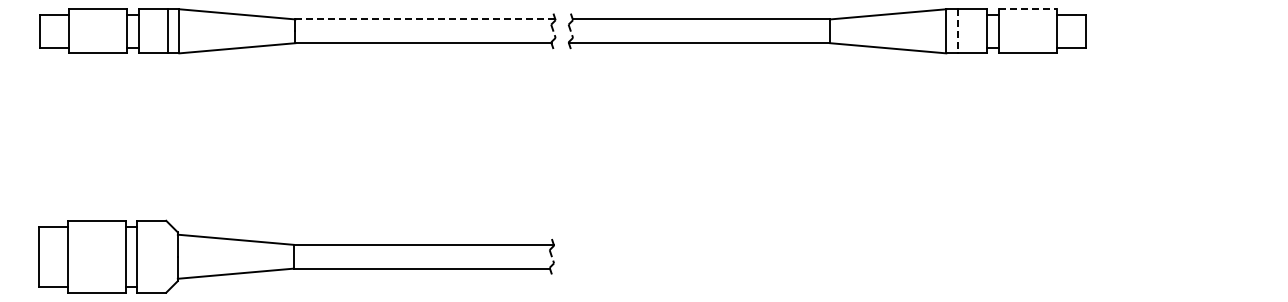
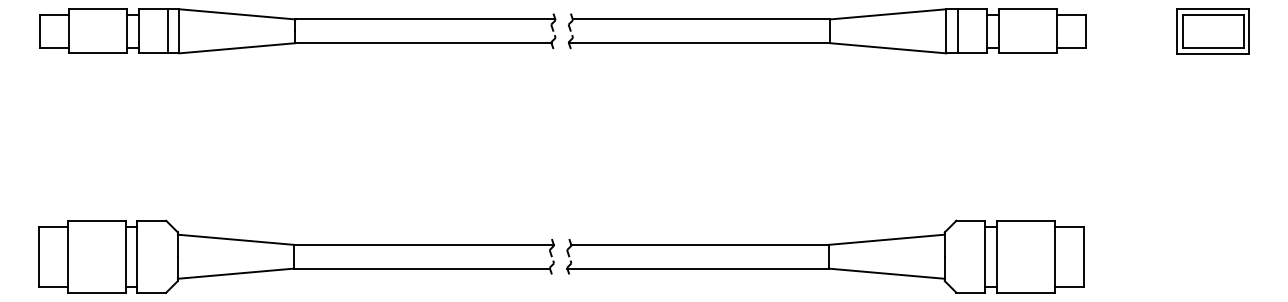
line at (1028, 9): dashed -> solid
line at (424, 19): dashed -> solid
line at (957, 31): dashed -> solid
part at (1212, 31): none -> present
part at (825, 256): none -> present
